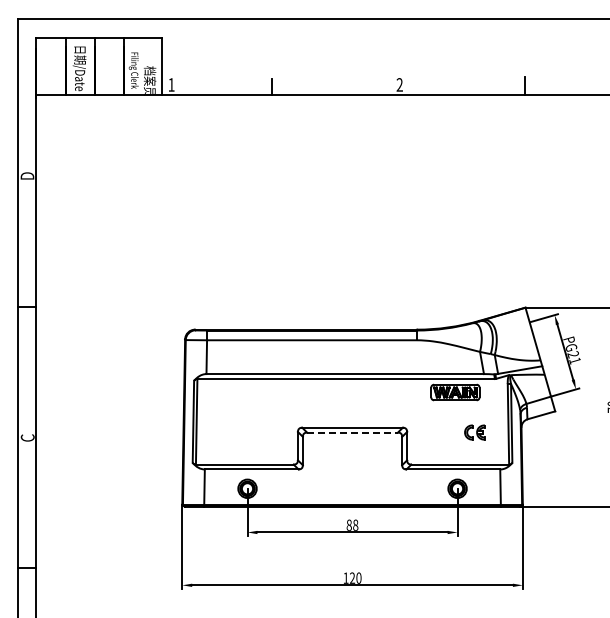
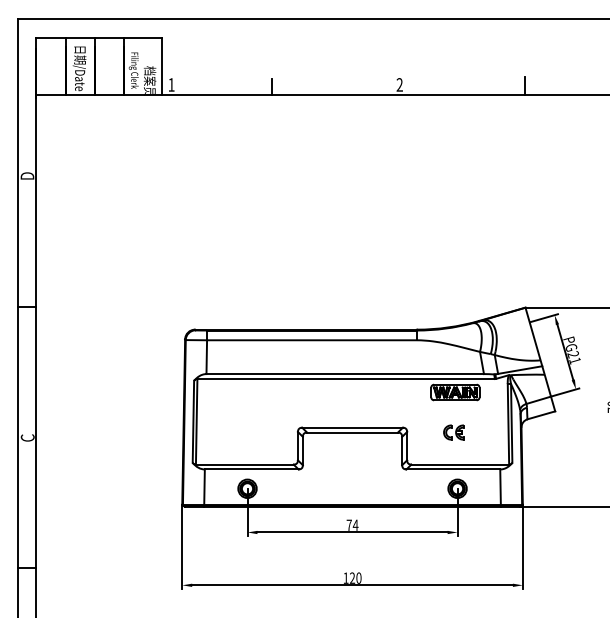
line at (353, 432): dashed -> solid
part at (474, 432) position: (474, 432) -> (453, 432)
text at (352, 524): 88 -> 74
